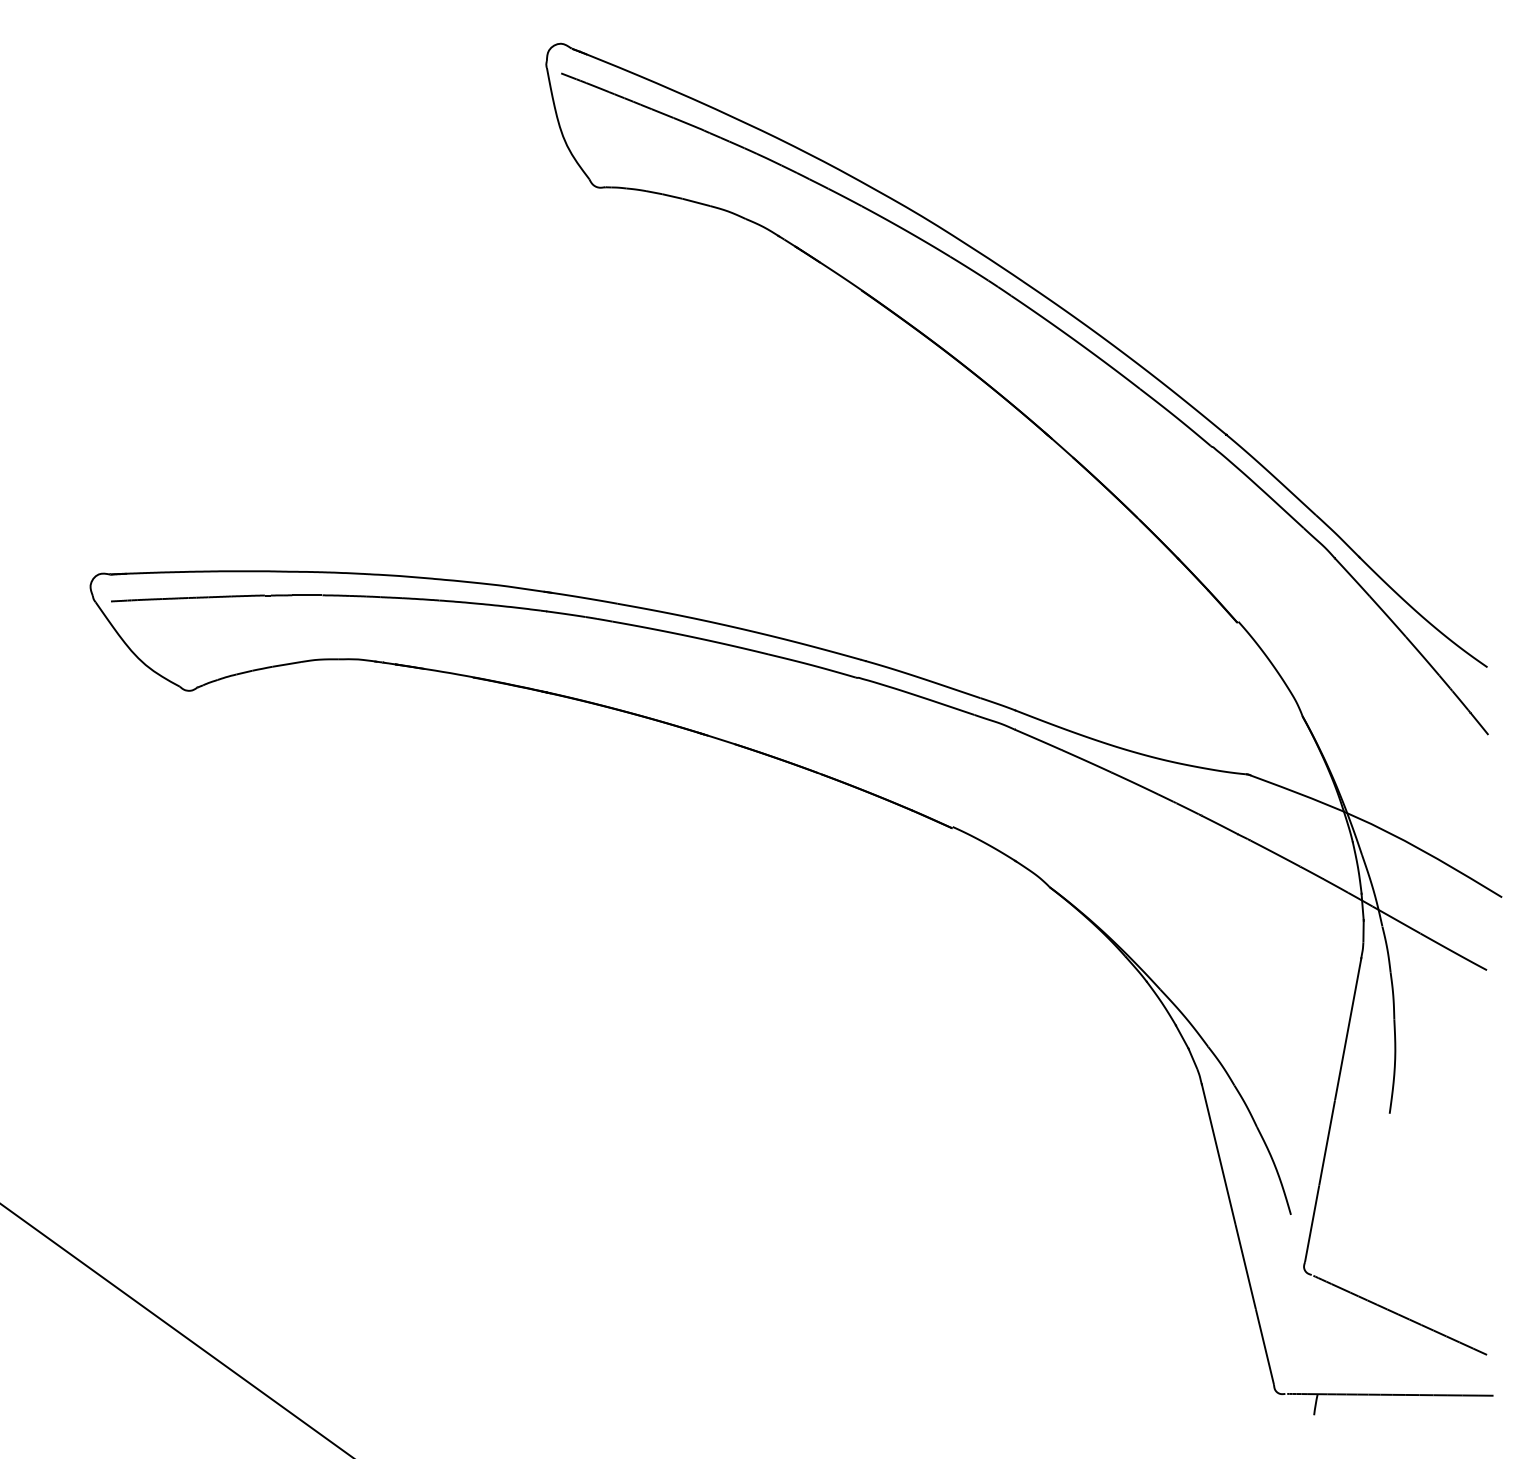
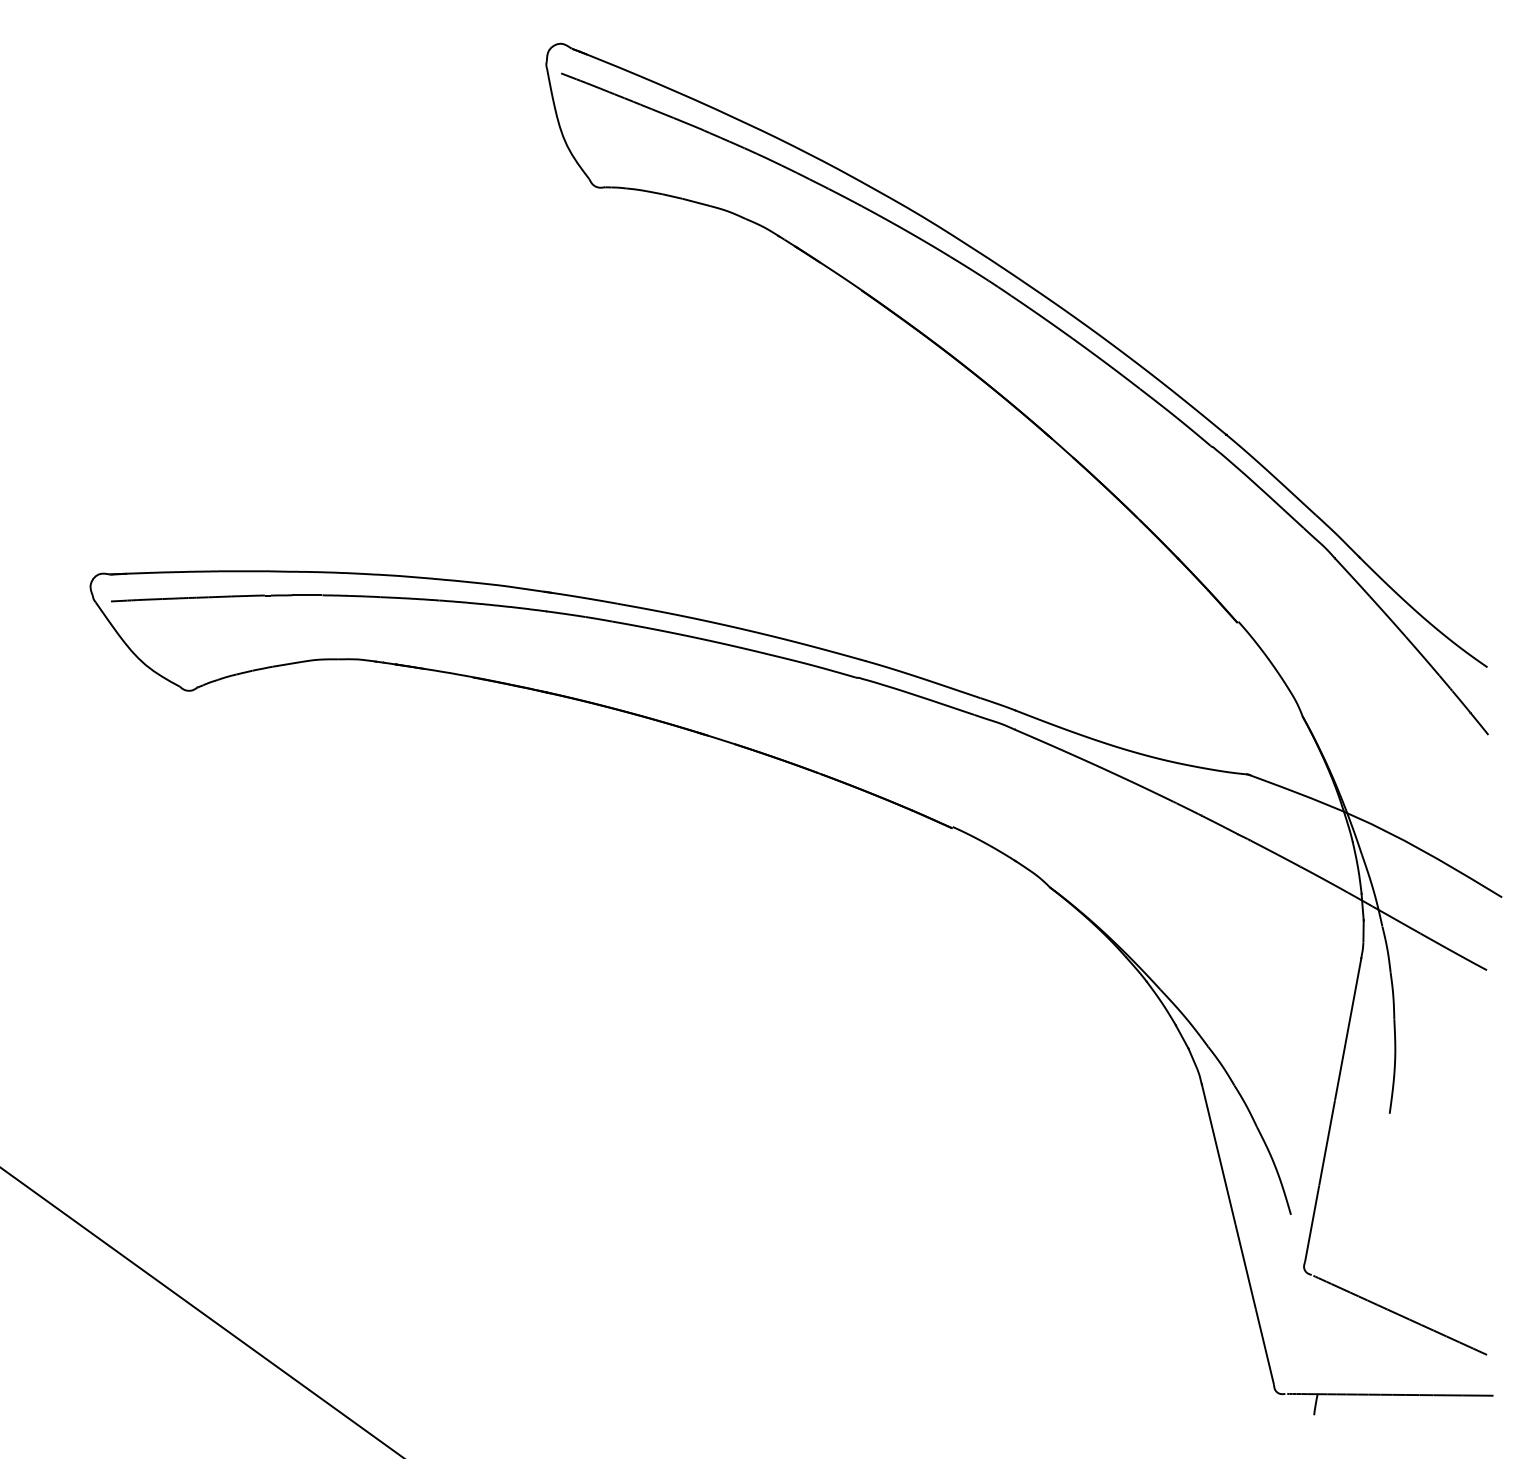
line at (176, 1330) position: (176, 1330) -> (201, 1311)
